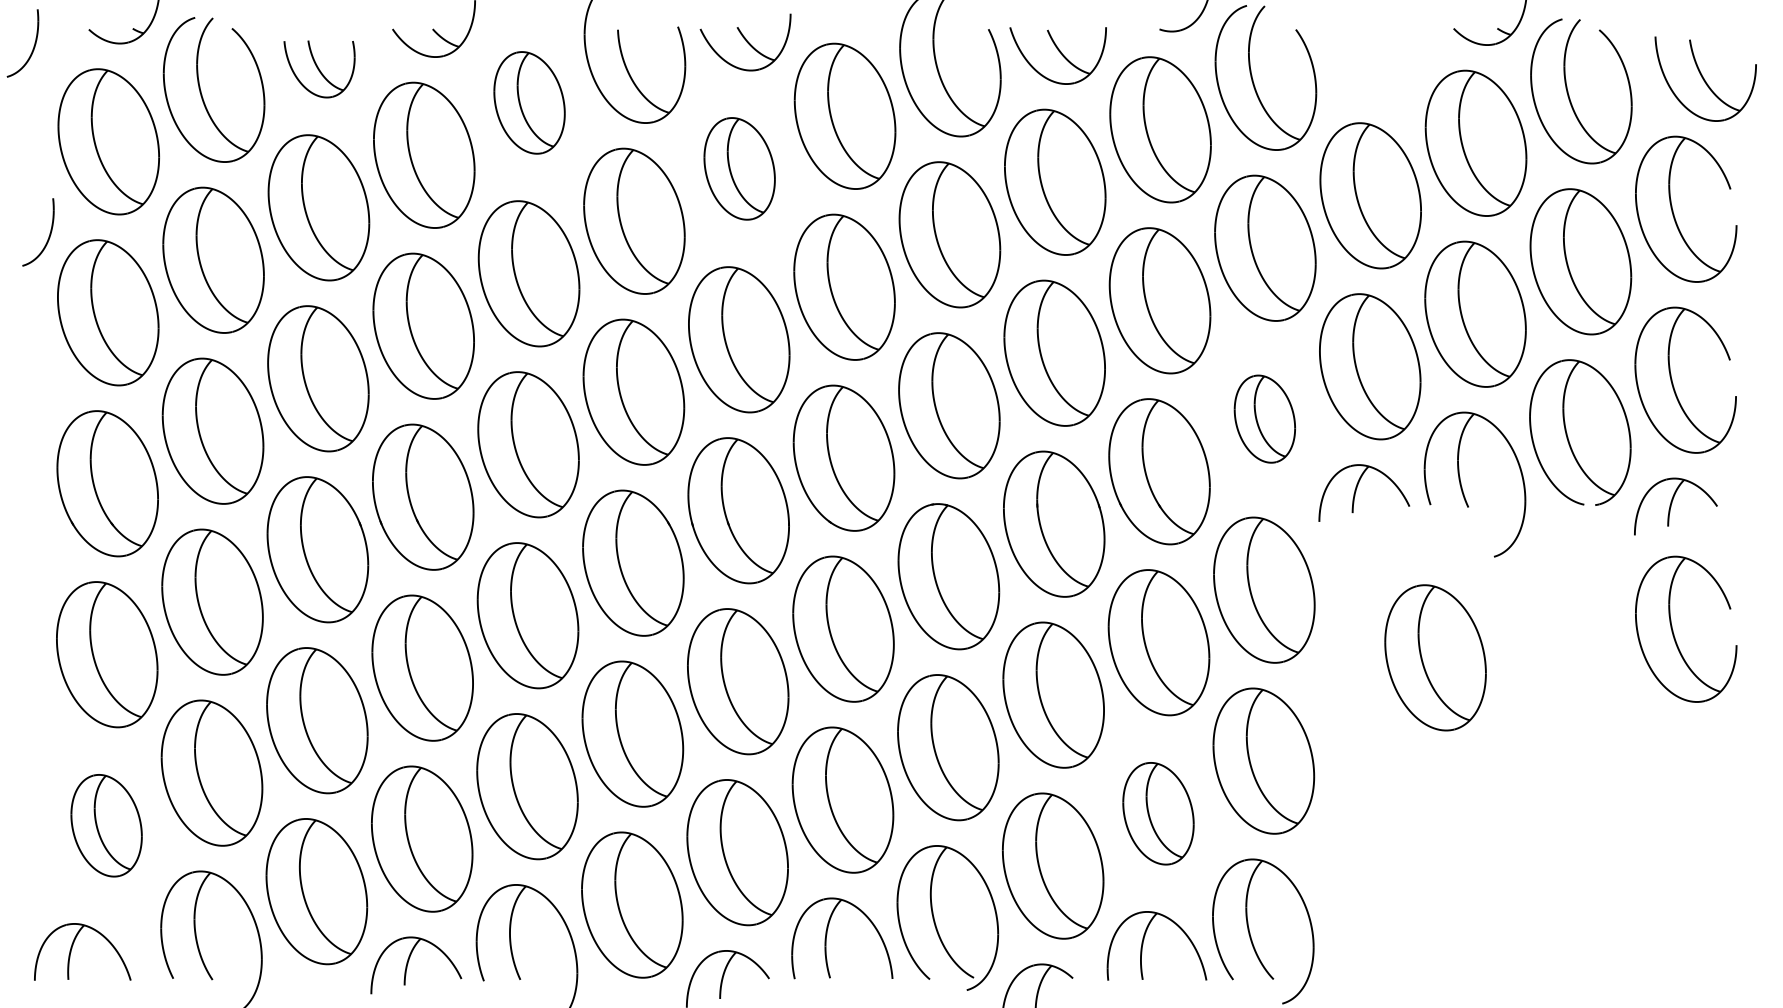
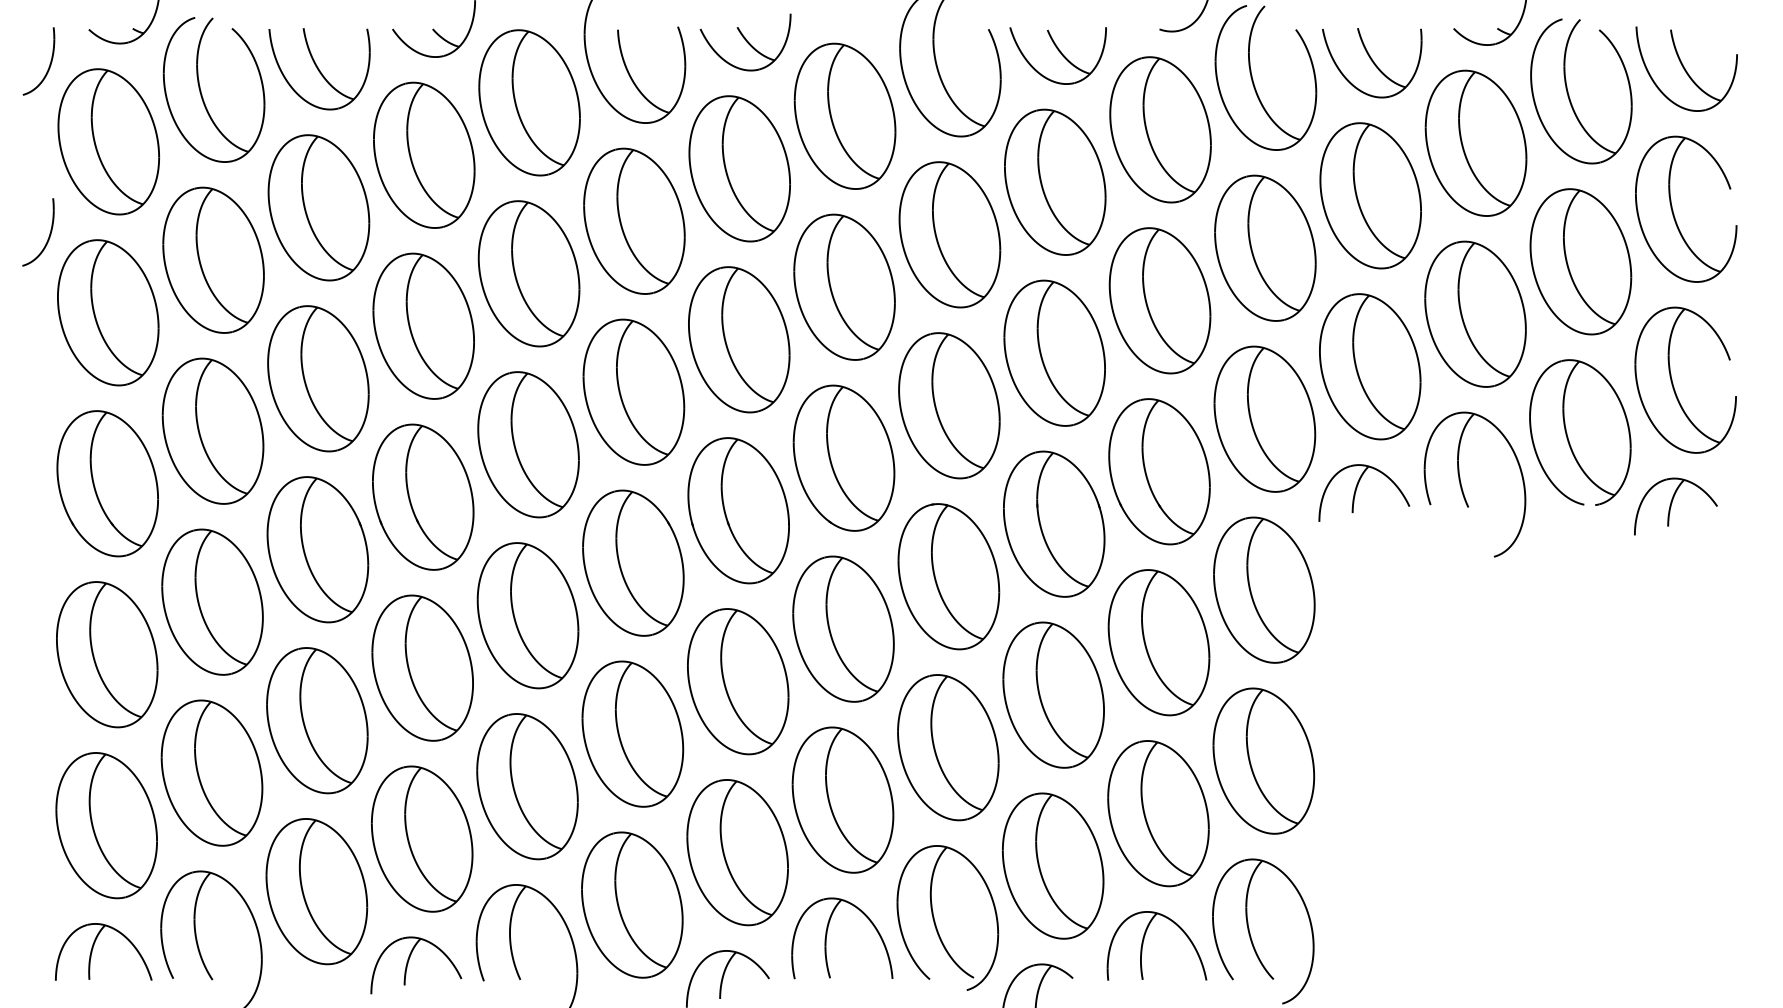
part at (33, 46) position: (33, 46) -> (49, 64)
part at (1372, 63): none -> present
part at (319, 69) size: 73x59 px -> 103x83 px
part at (1705, 78) position: (1705, 78) -> (1686, 68)
part at (529, 102) size: 73x104 px -> 103x148 px
part at (739, 168) size: 73x104 px -> 103x148 px
part at (1264, 418) size: 63x90 px -> 104x148 px
part at (1673, 630): present -> none
part at (1435, 657): present -> none
part at (1158, 813) size: 73x104 px -> 103x148 px
part at (106, 825) size: 73x104 px -> 103x148 px
part at (72, 948) position: (72, 948) -> (93, 948)
